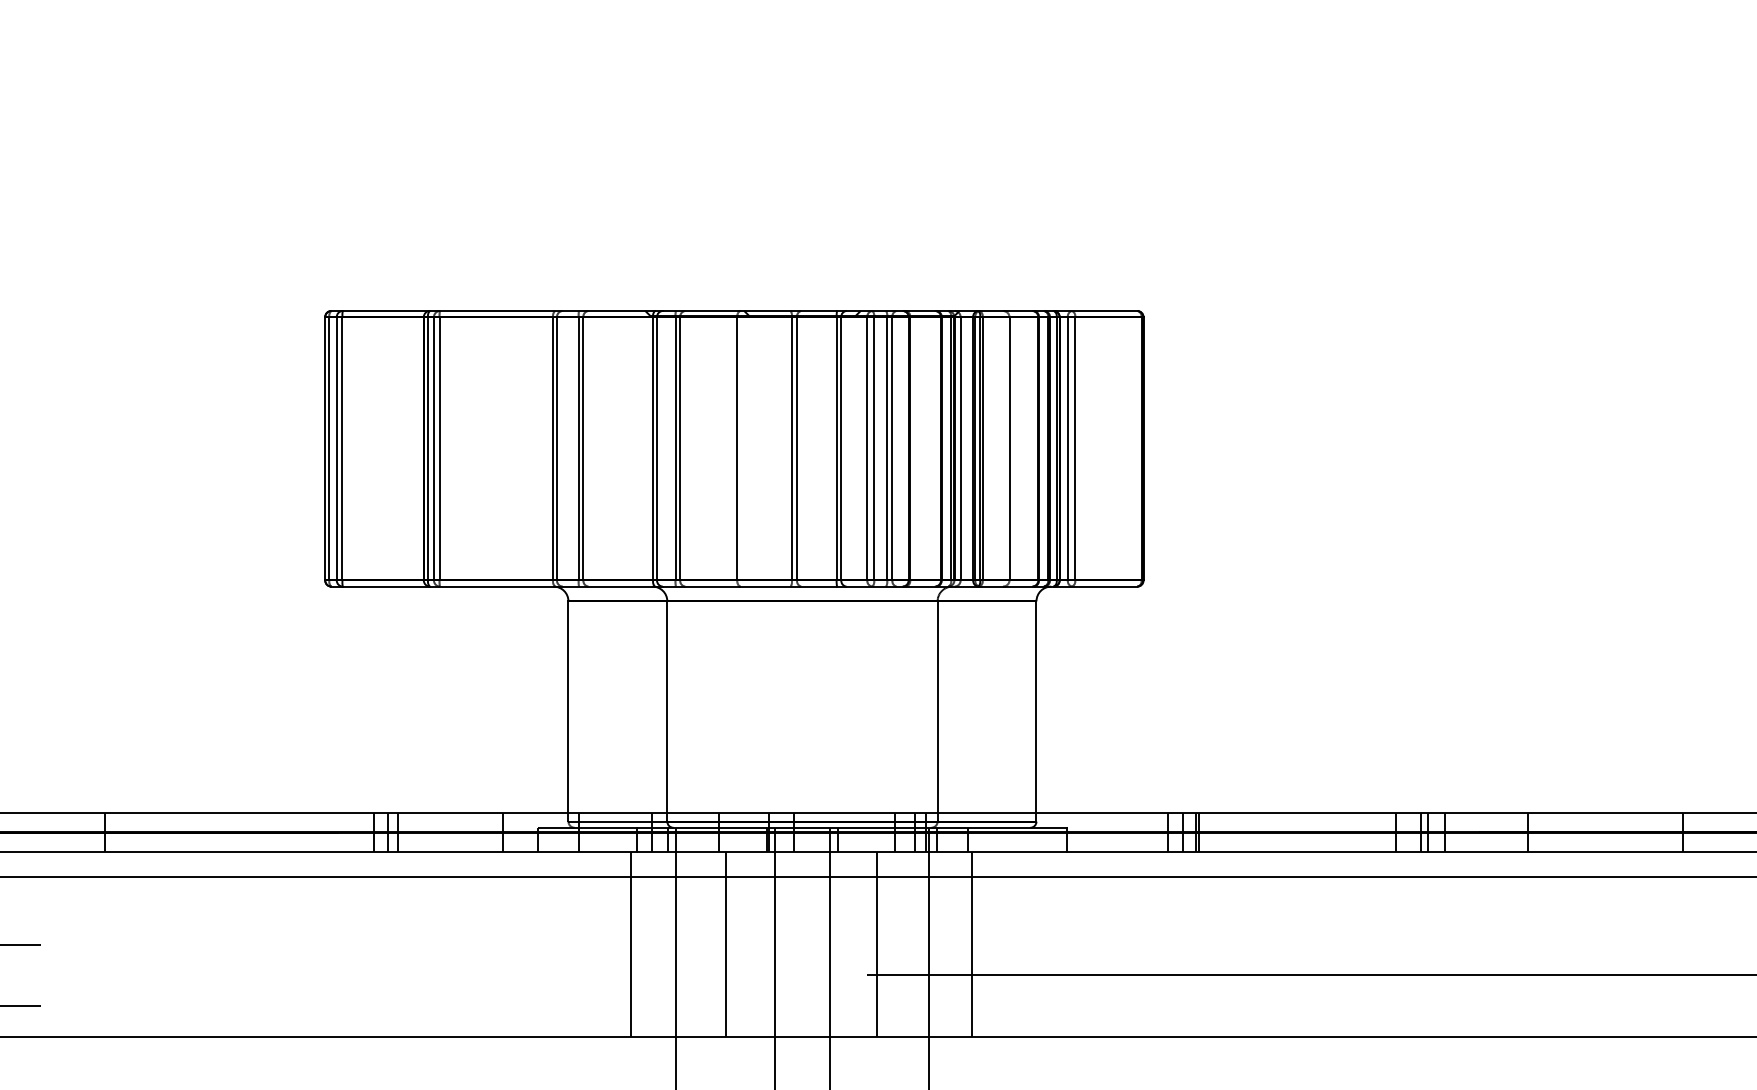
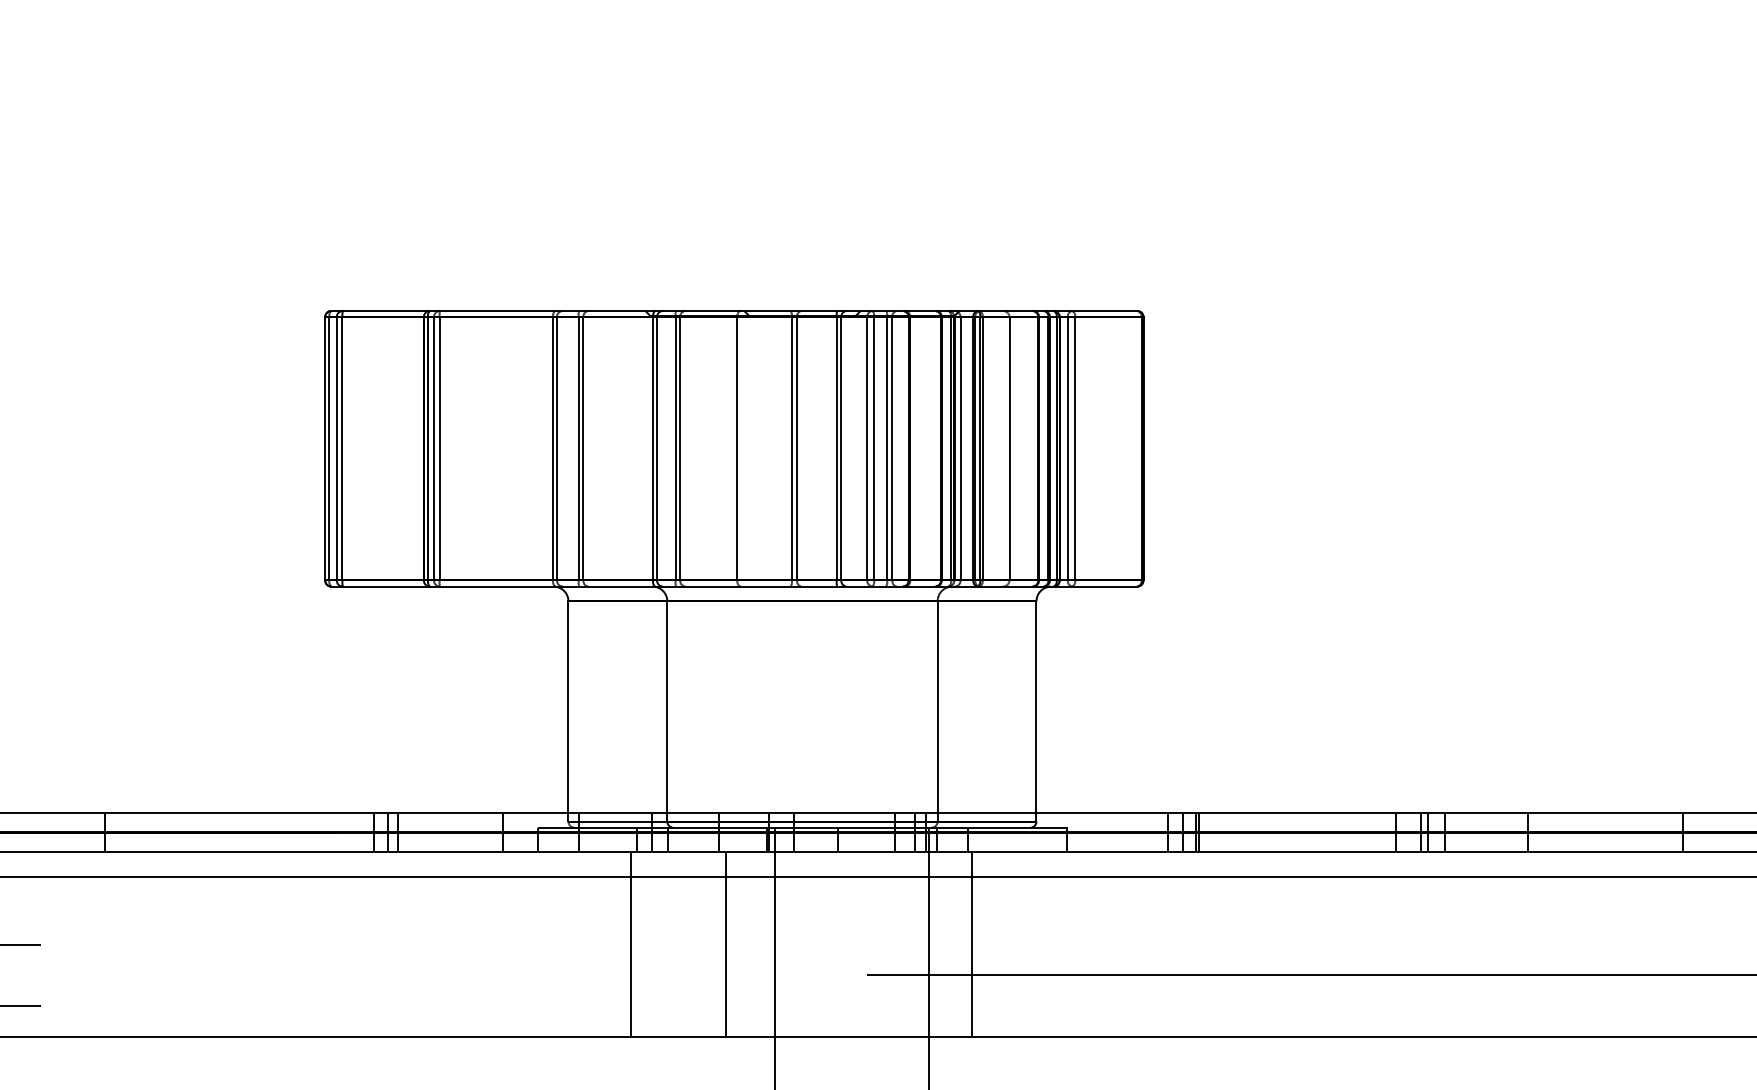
line at (876, 944): present -> none
line at (676, 956): present -> none
line at (829, 956): present -> none
